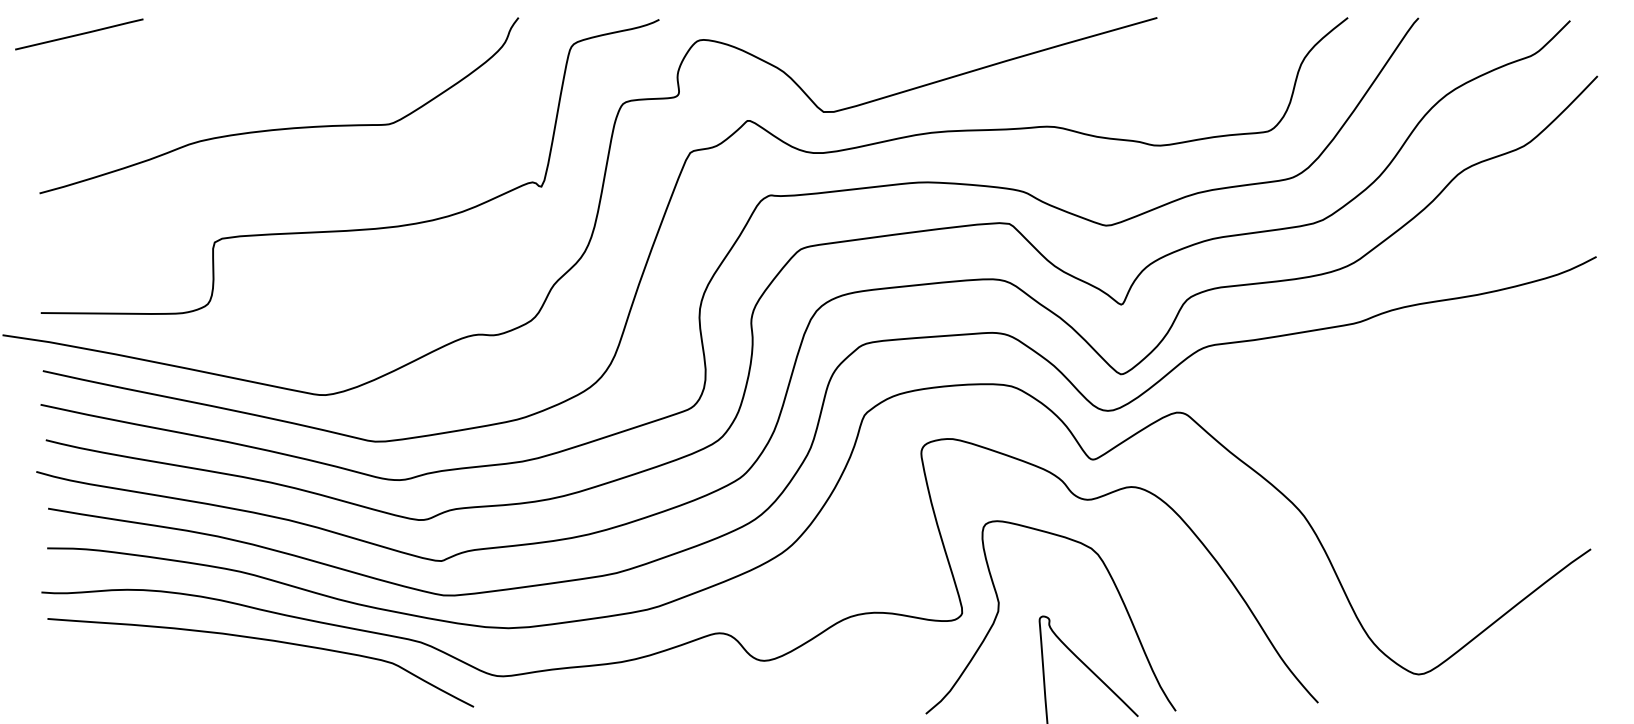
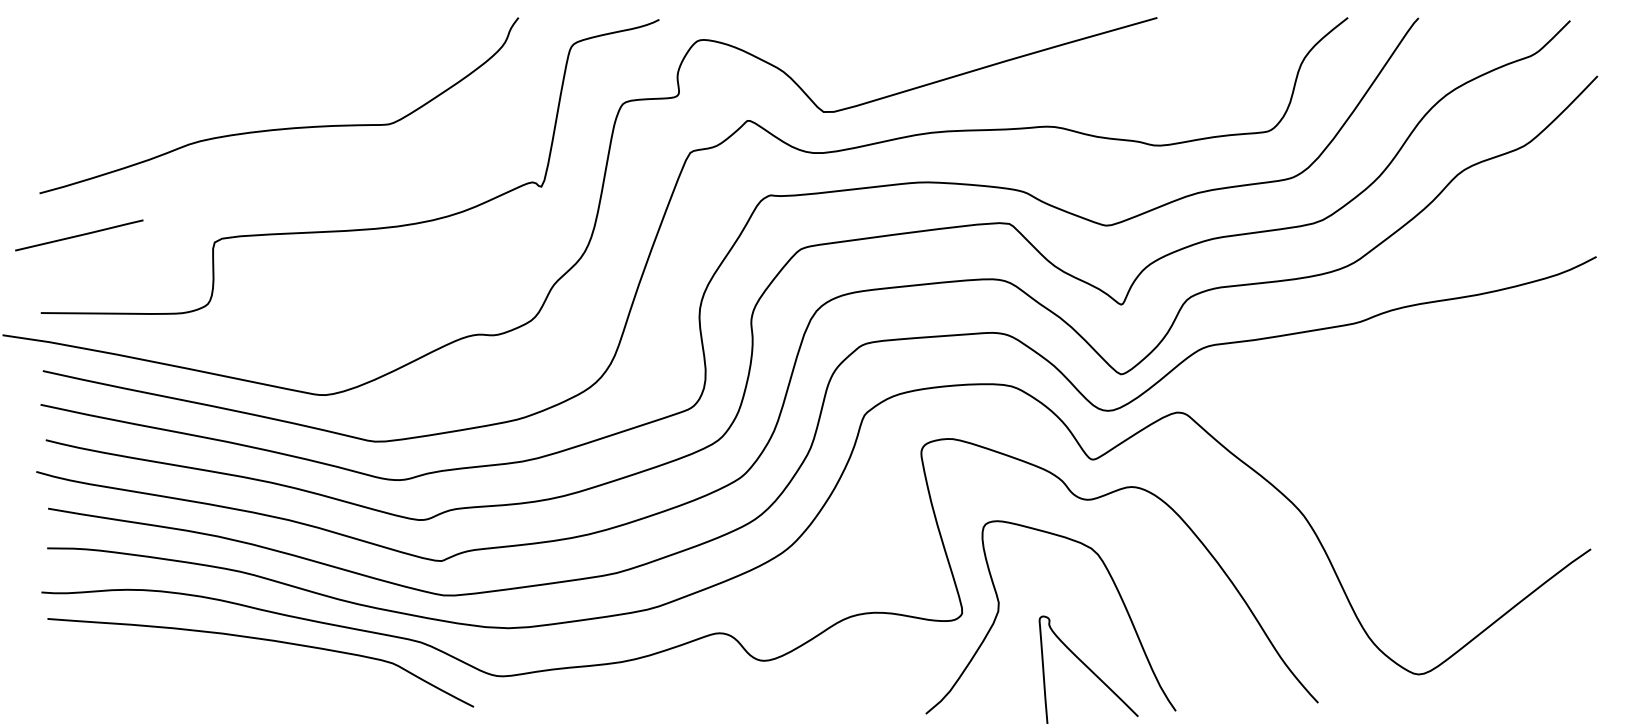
line at (79, 34) position: (79, 34) -> (79, 235)
